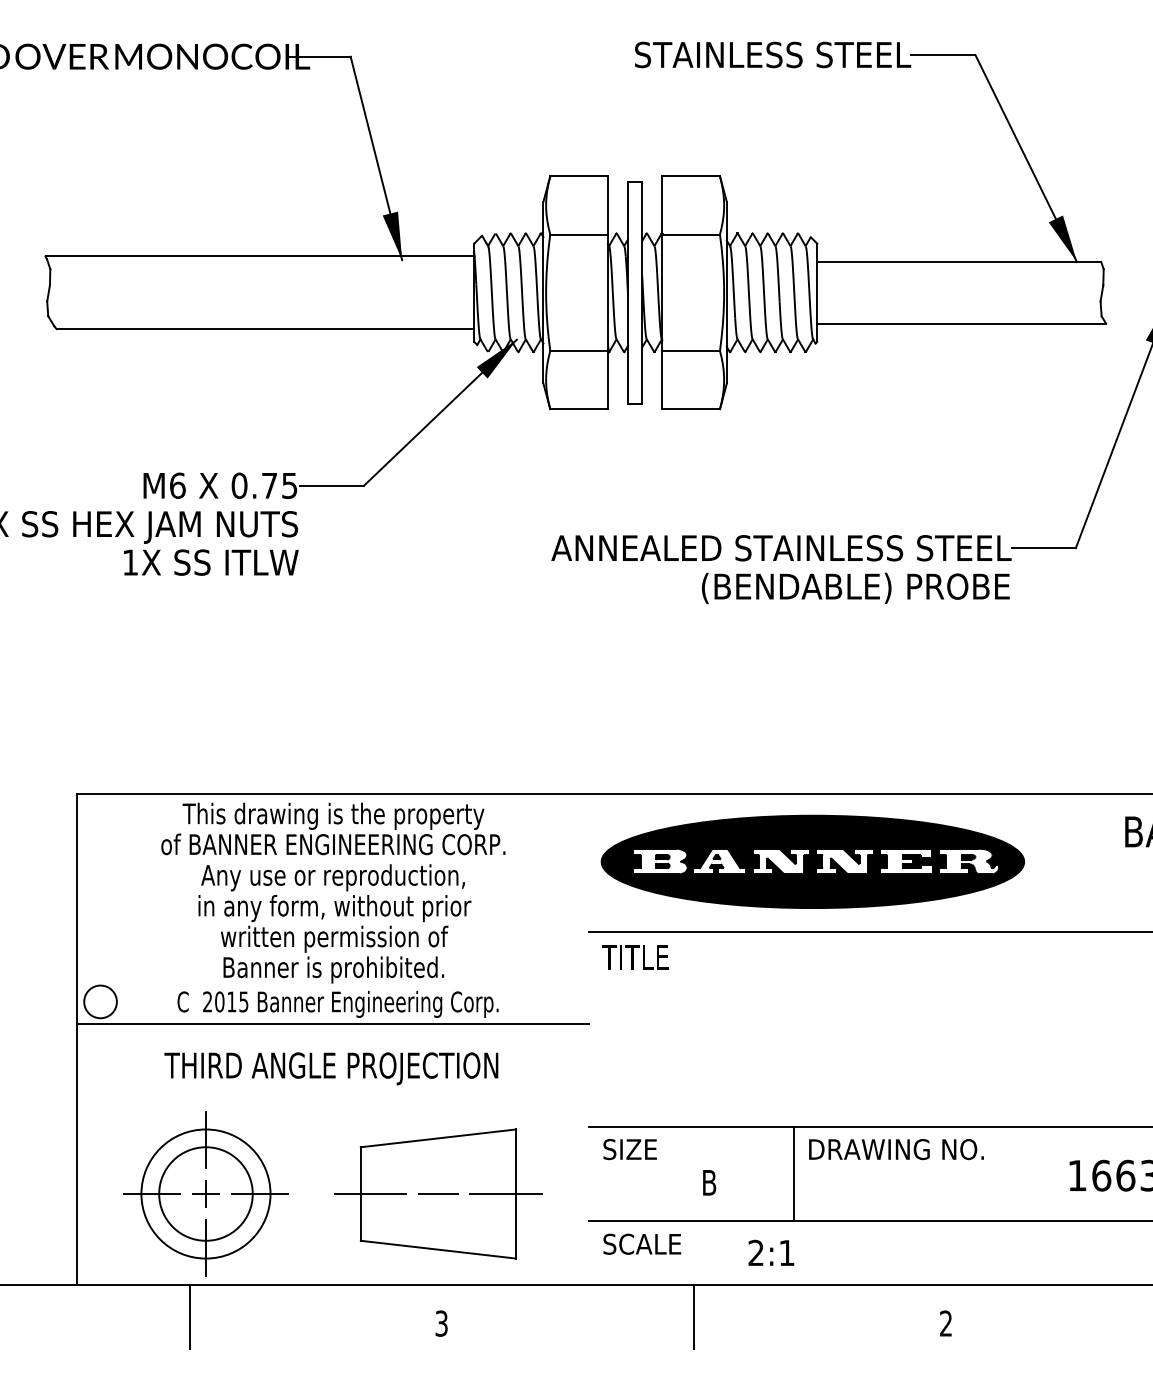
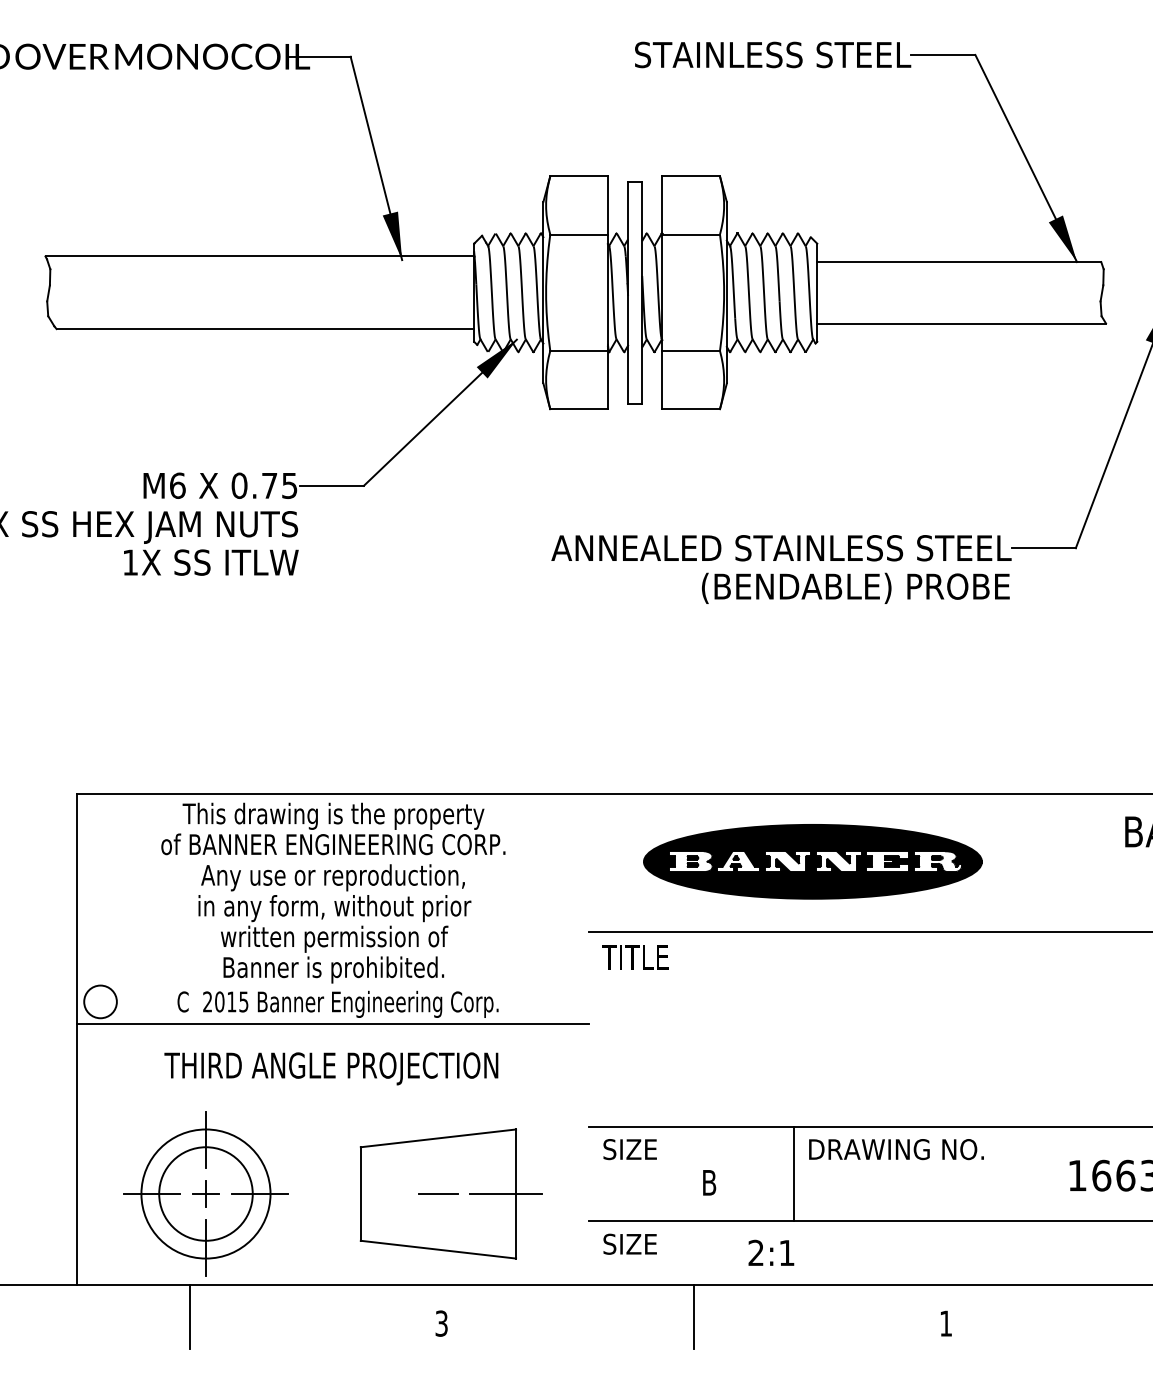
part at (812, 861) size: 426x95 px -> 340x76 px
line at (370, 1194): present -> none
text at (650, 1243): SCALE -> SIZE
text at (945, 1323): 2 -> 1
